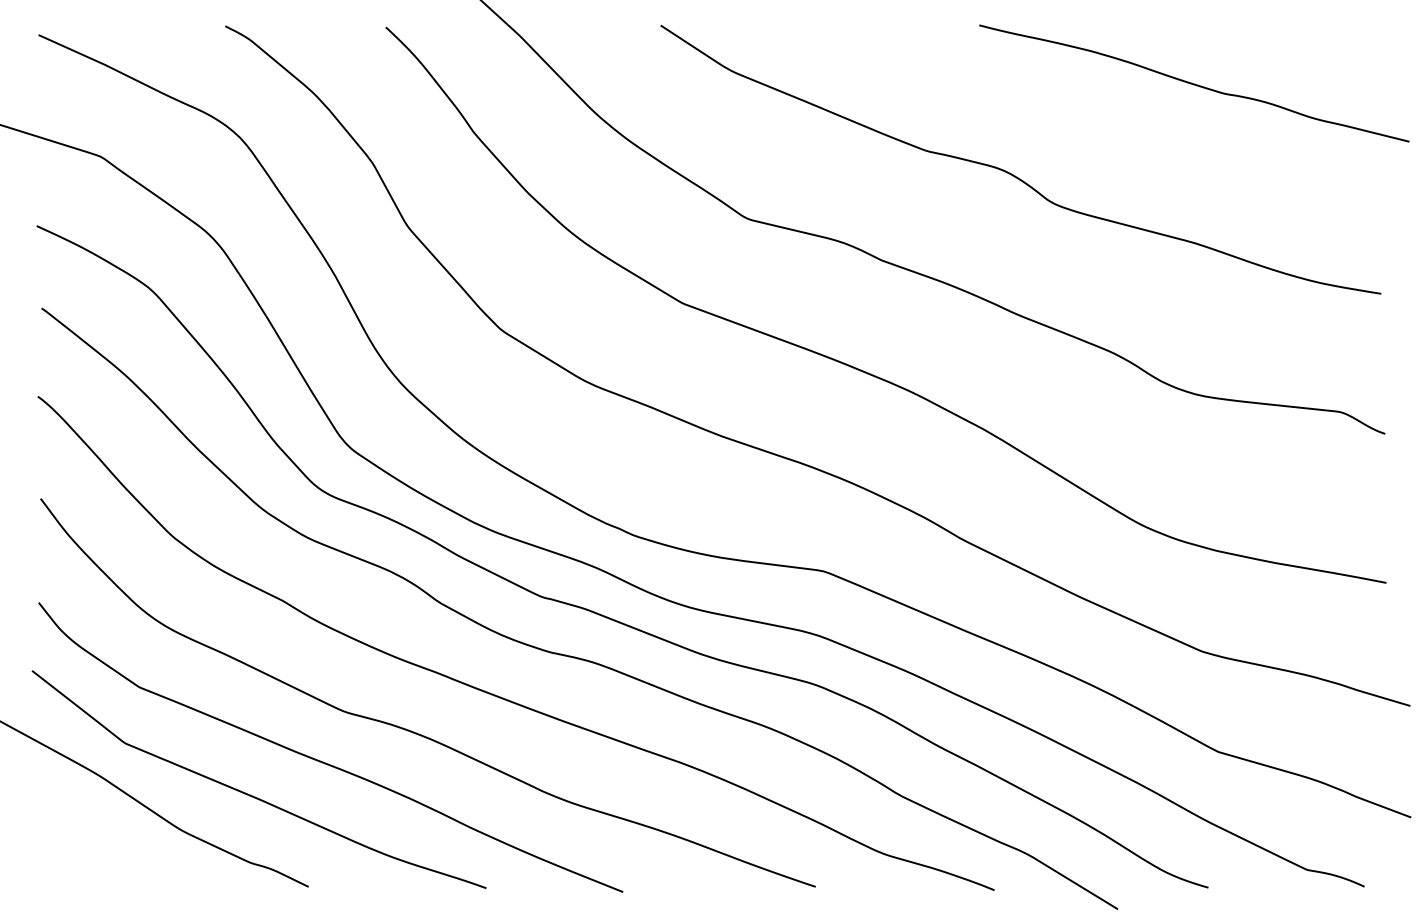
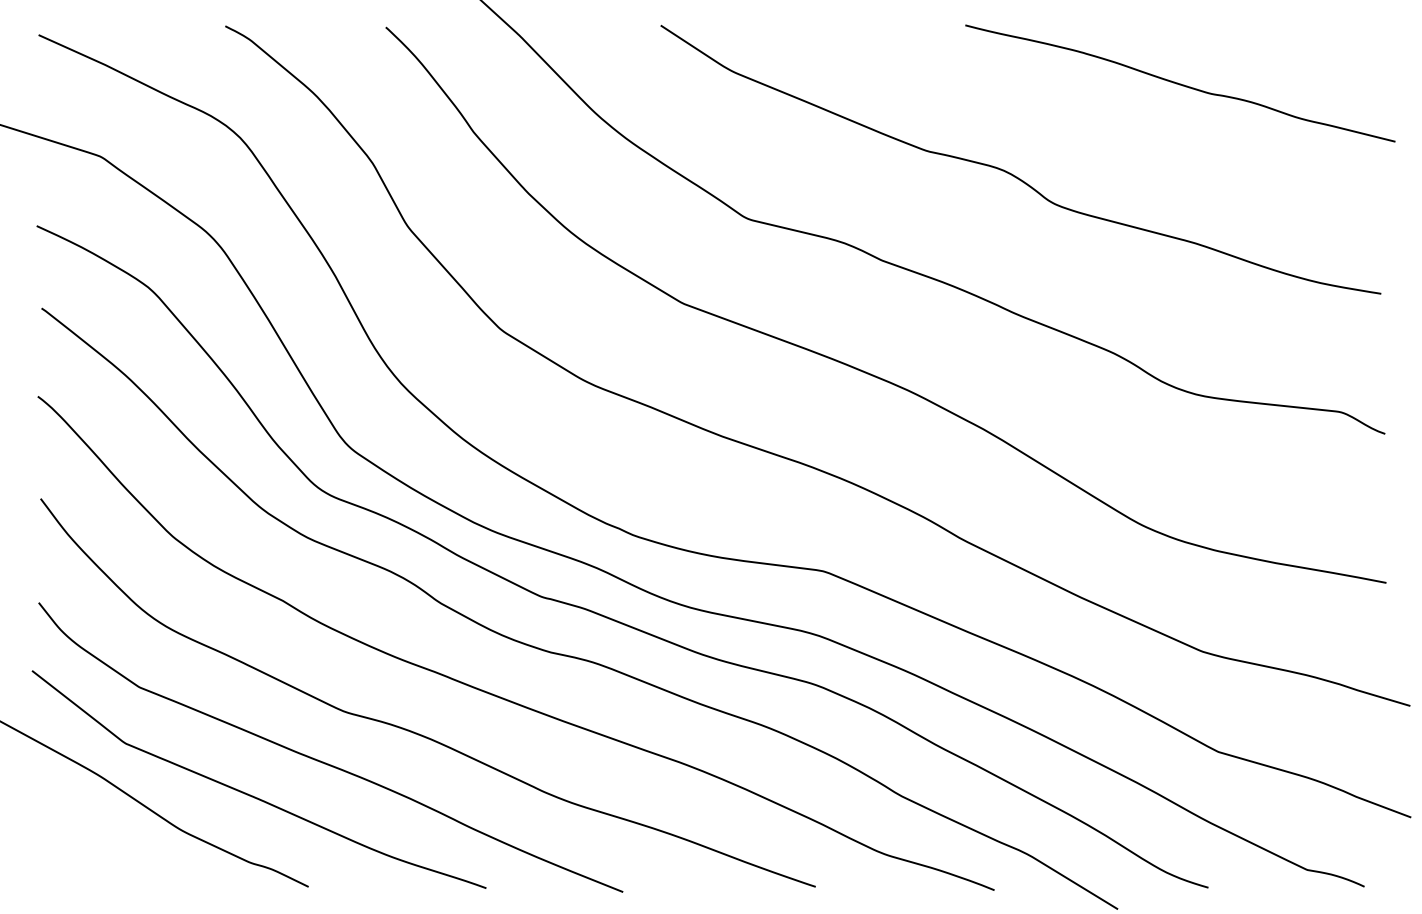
curve at (1194, 83) position: (1194, 83) -> (1180, 83)
